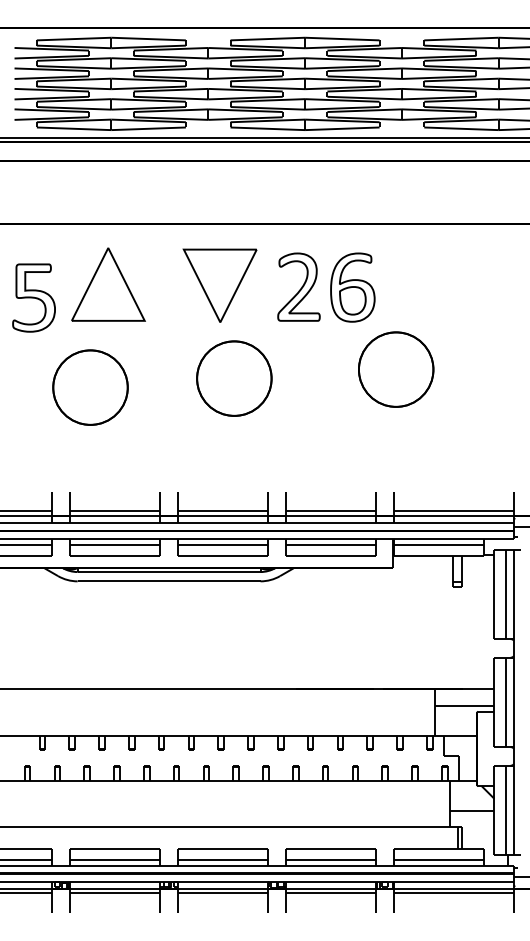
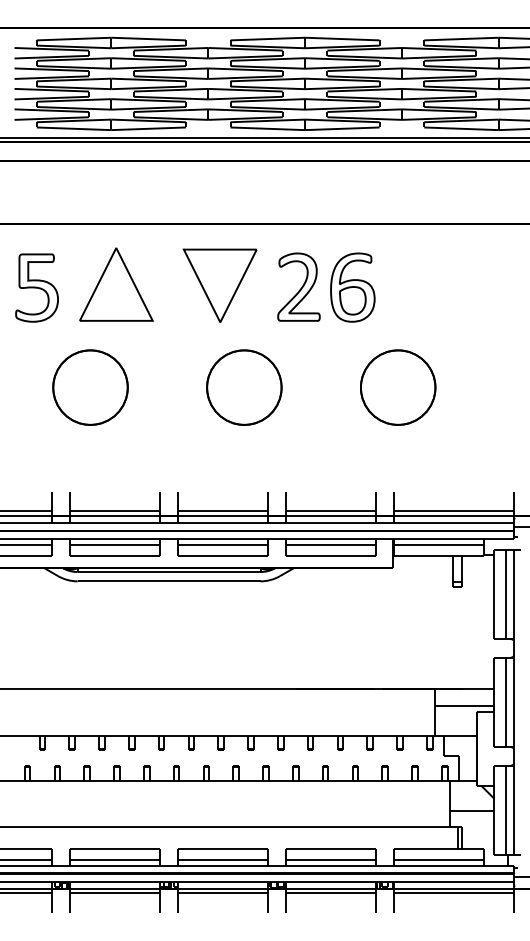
part at (108, 284) position: (108, 284) -> (116, 284)
part at (33, 297) position: (33, 297) -> (36, 287)
part at (396, 369) position: (396, 369) -> (398, 387)
part at (234, 378) position: (234, 378) -> (244, 387)
